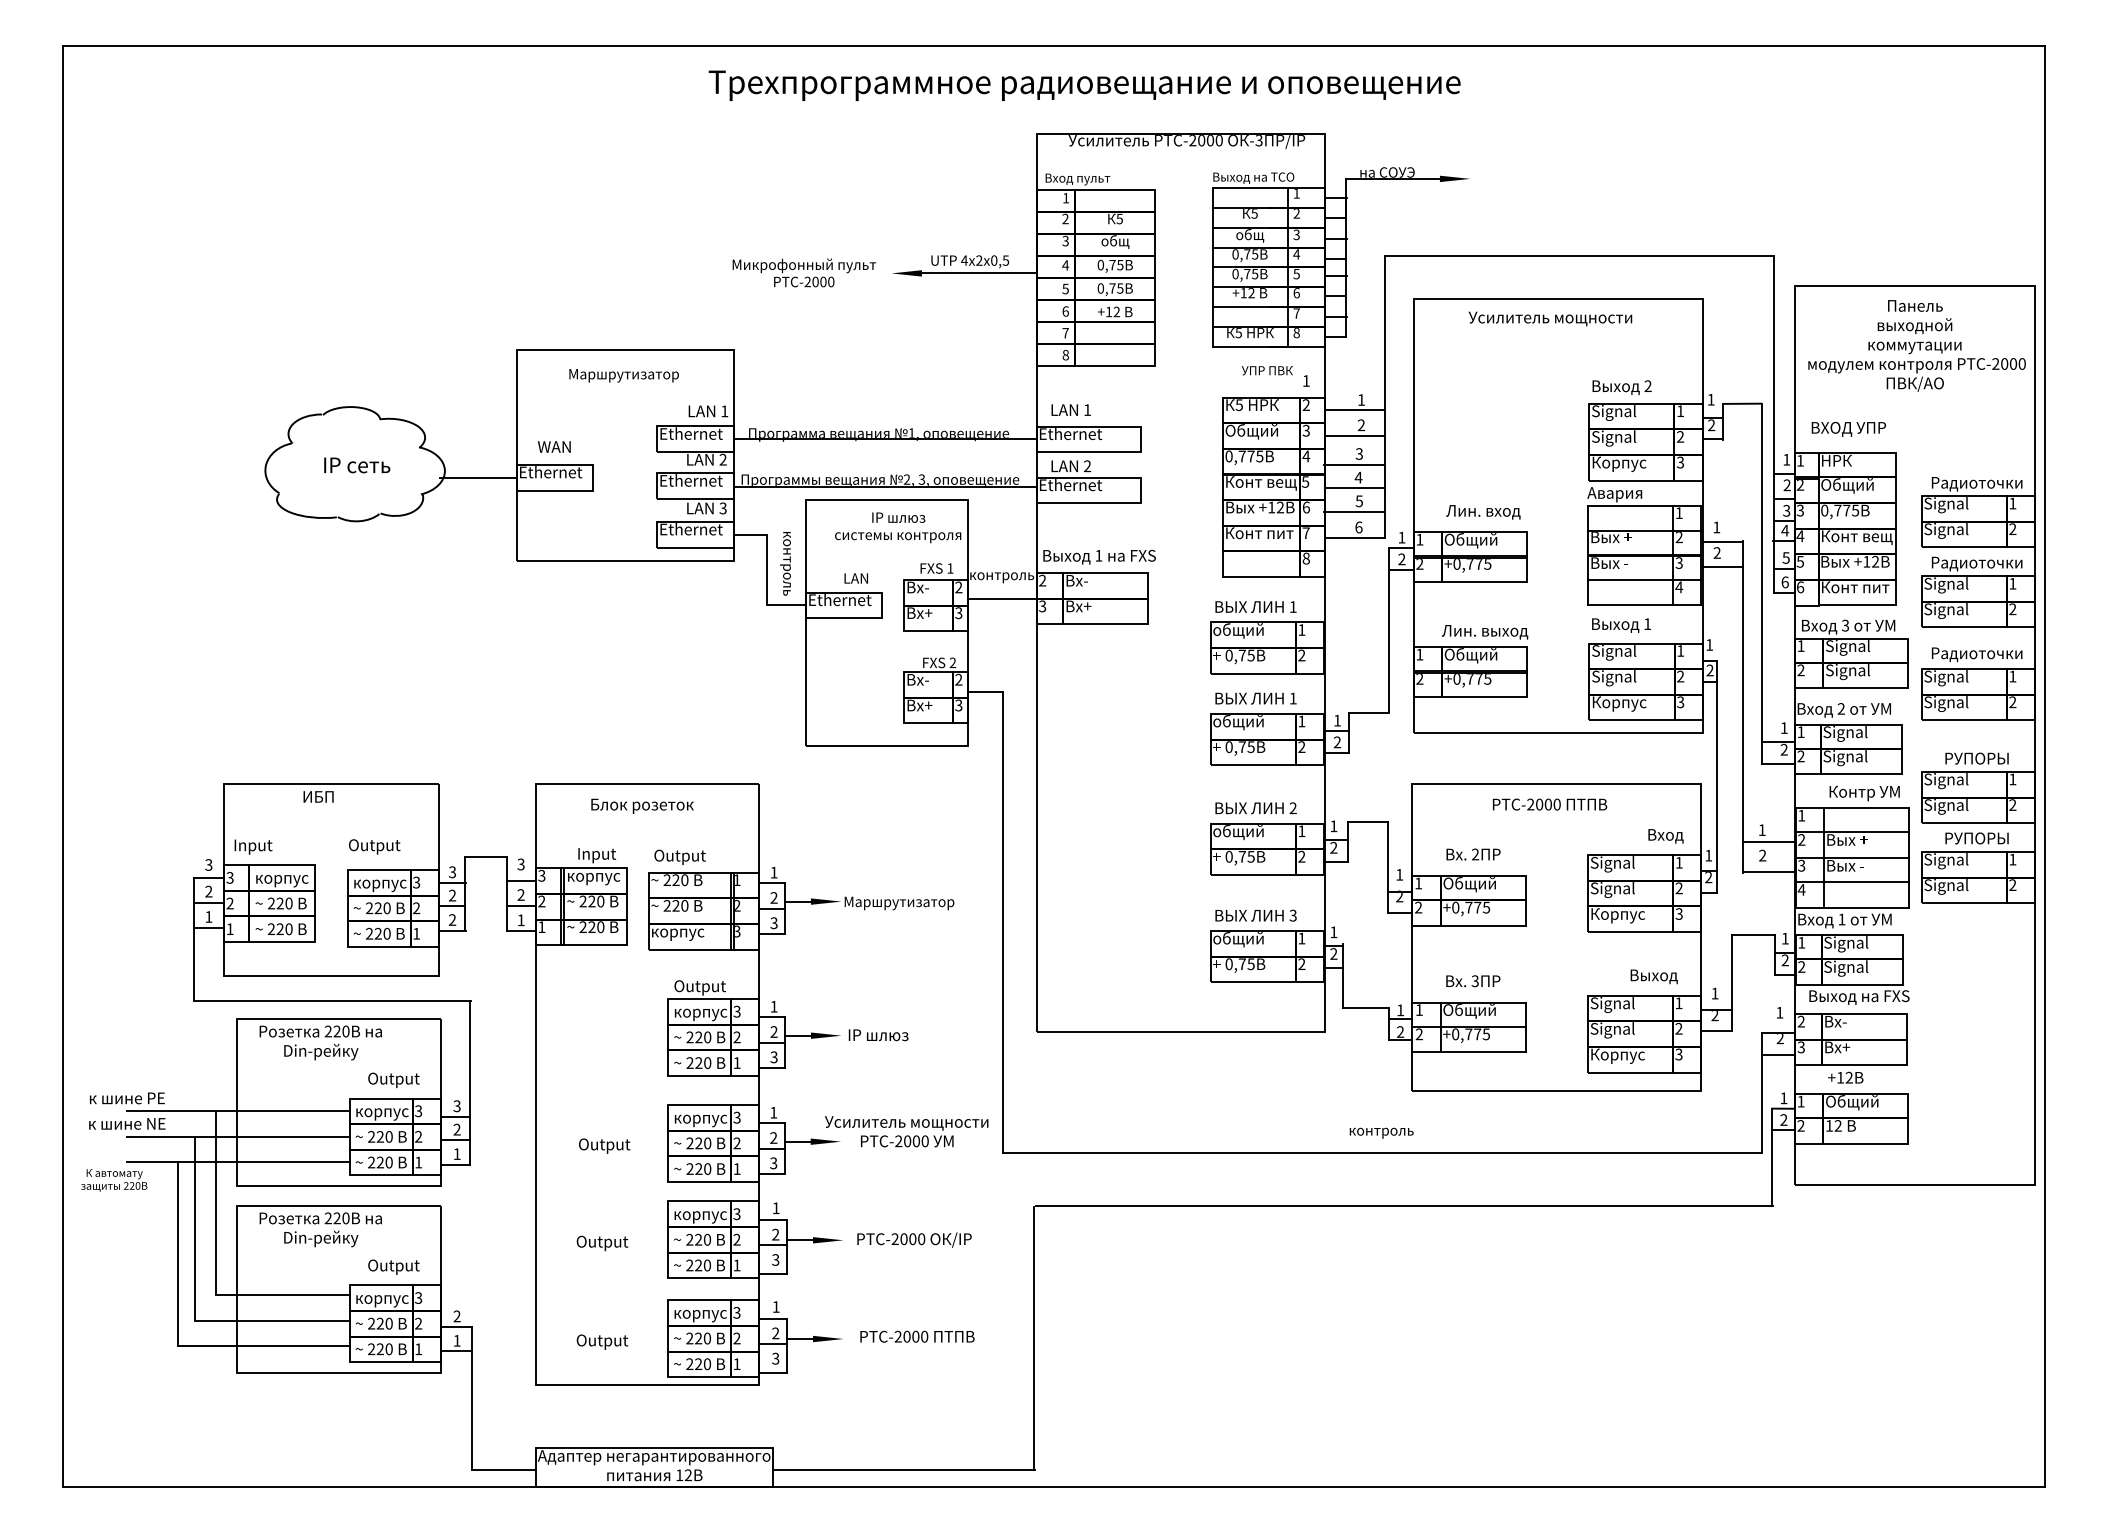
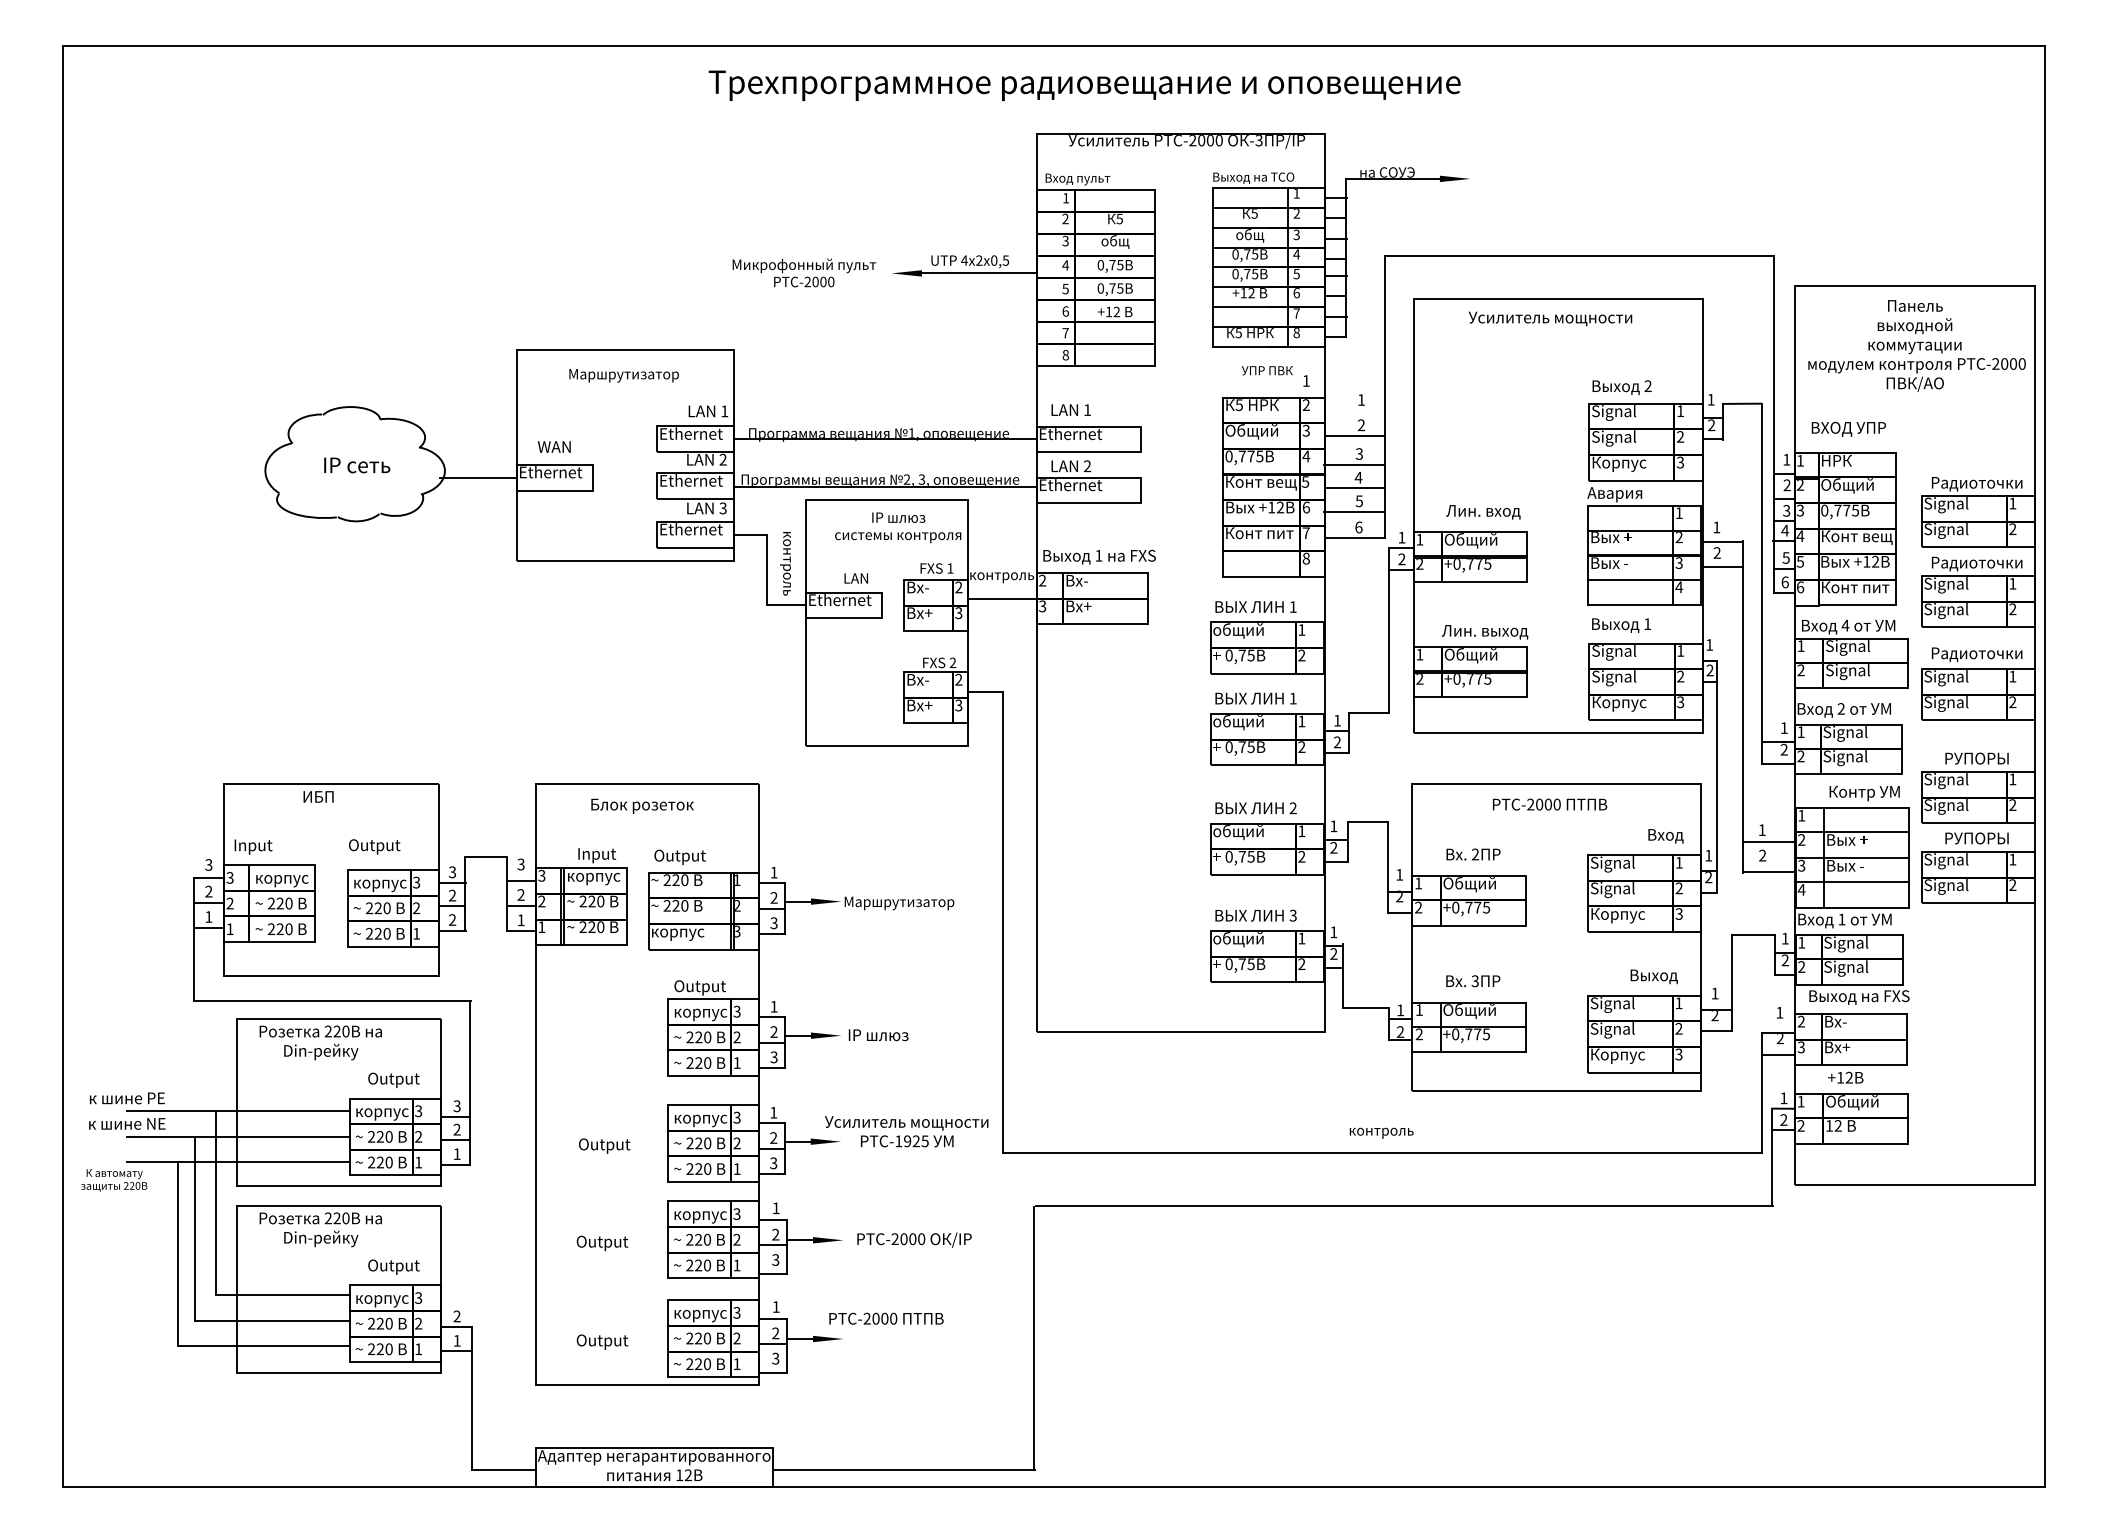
line at (1354, 410): present -> none
text at (1845, 625): 3 -> 4
text at (911, 1141): -2000 -> -1925
text at (917, 1336) position: (917, 1336) -> (886, 1318)
